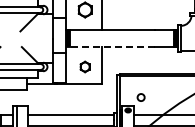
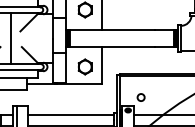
line at (11, 38): none -> present
line at (110, 47): dashed -> solid
part at (84, 66) size: 12x14 px -> 16x18 px
